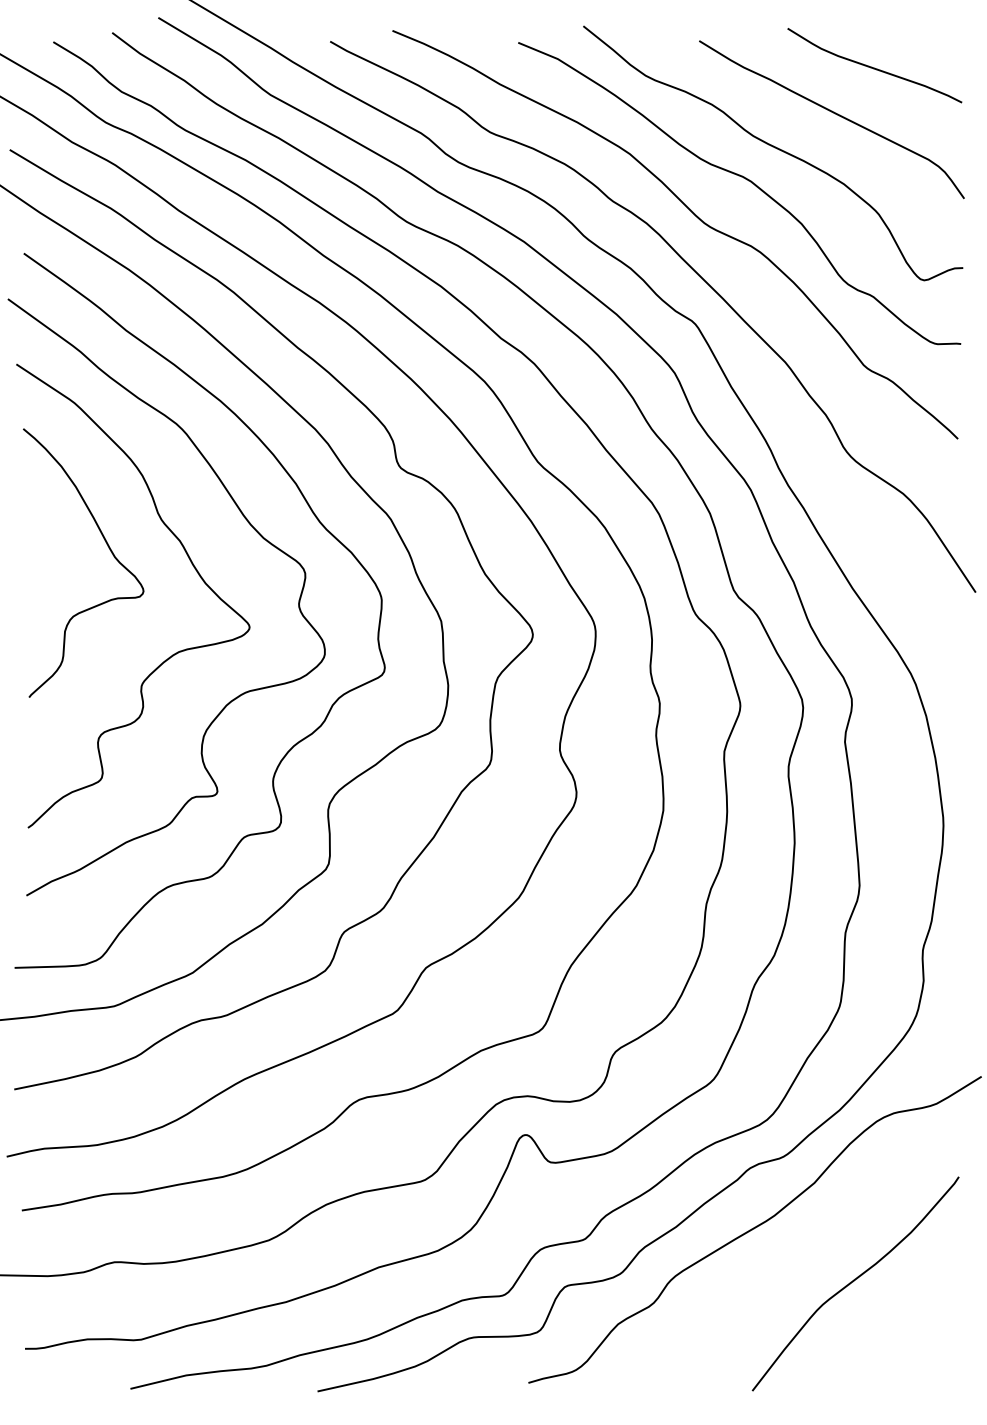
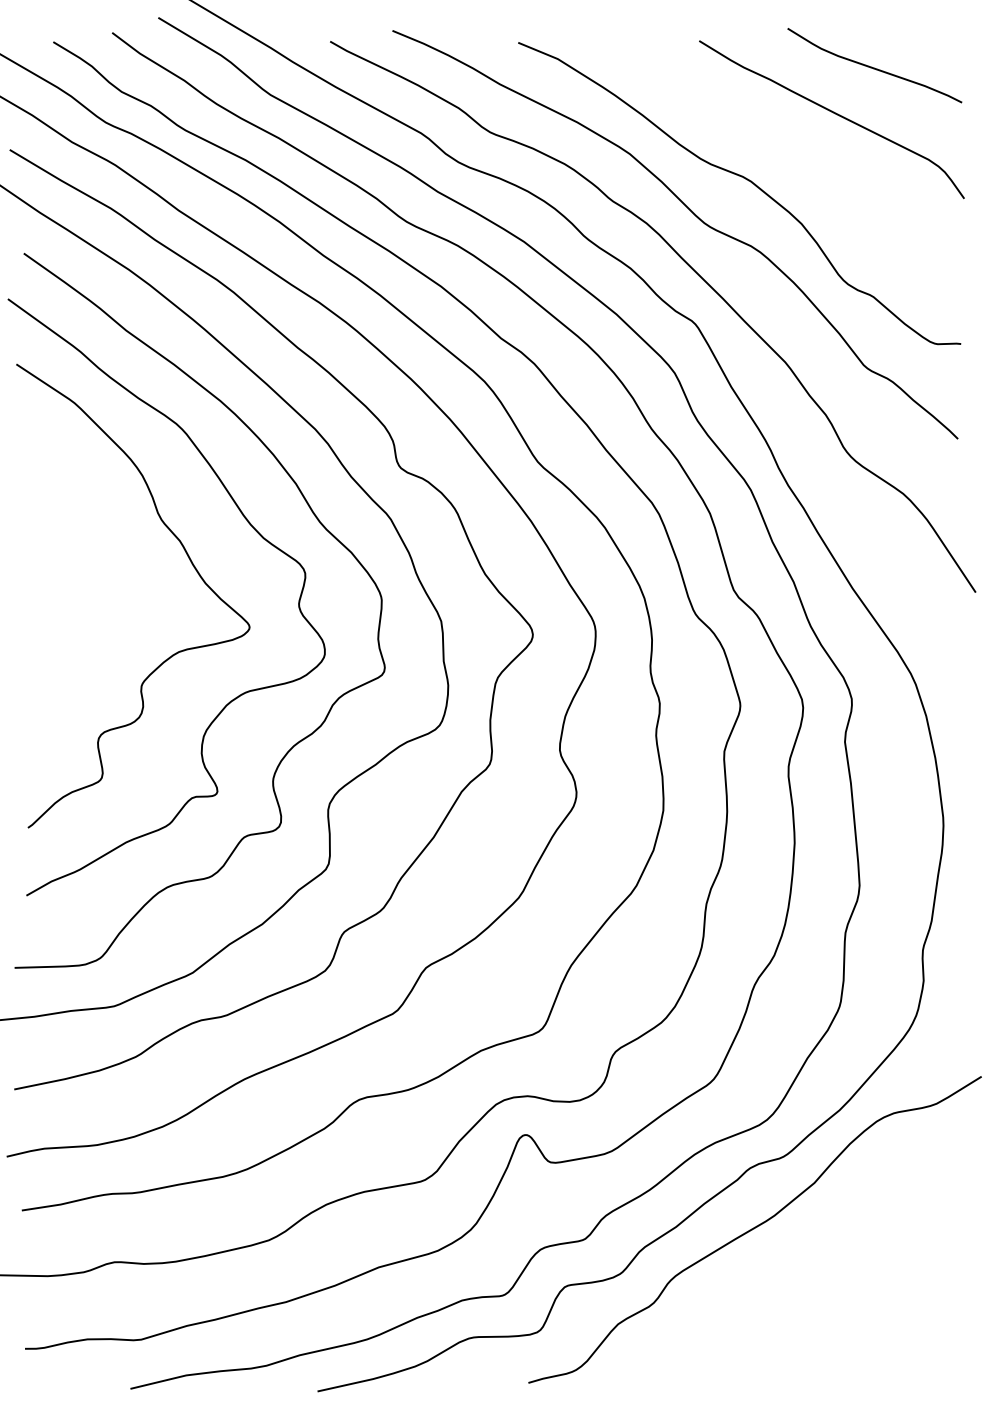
curve at (774, 148): present -> none
curve at (108, 548): present -> none
curve at (854, 1281): present -> none
